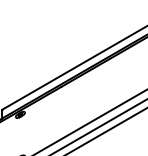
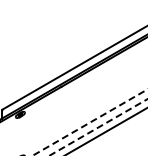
line at (90, 122): solid -> dashed
line at (98, 127): solid -> dashed
